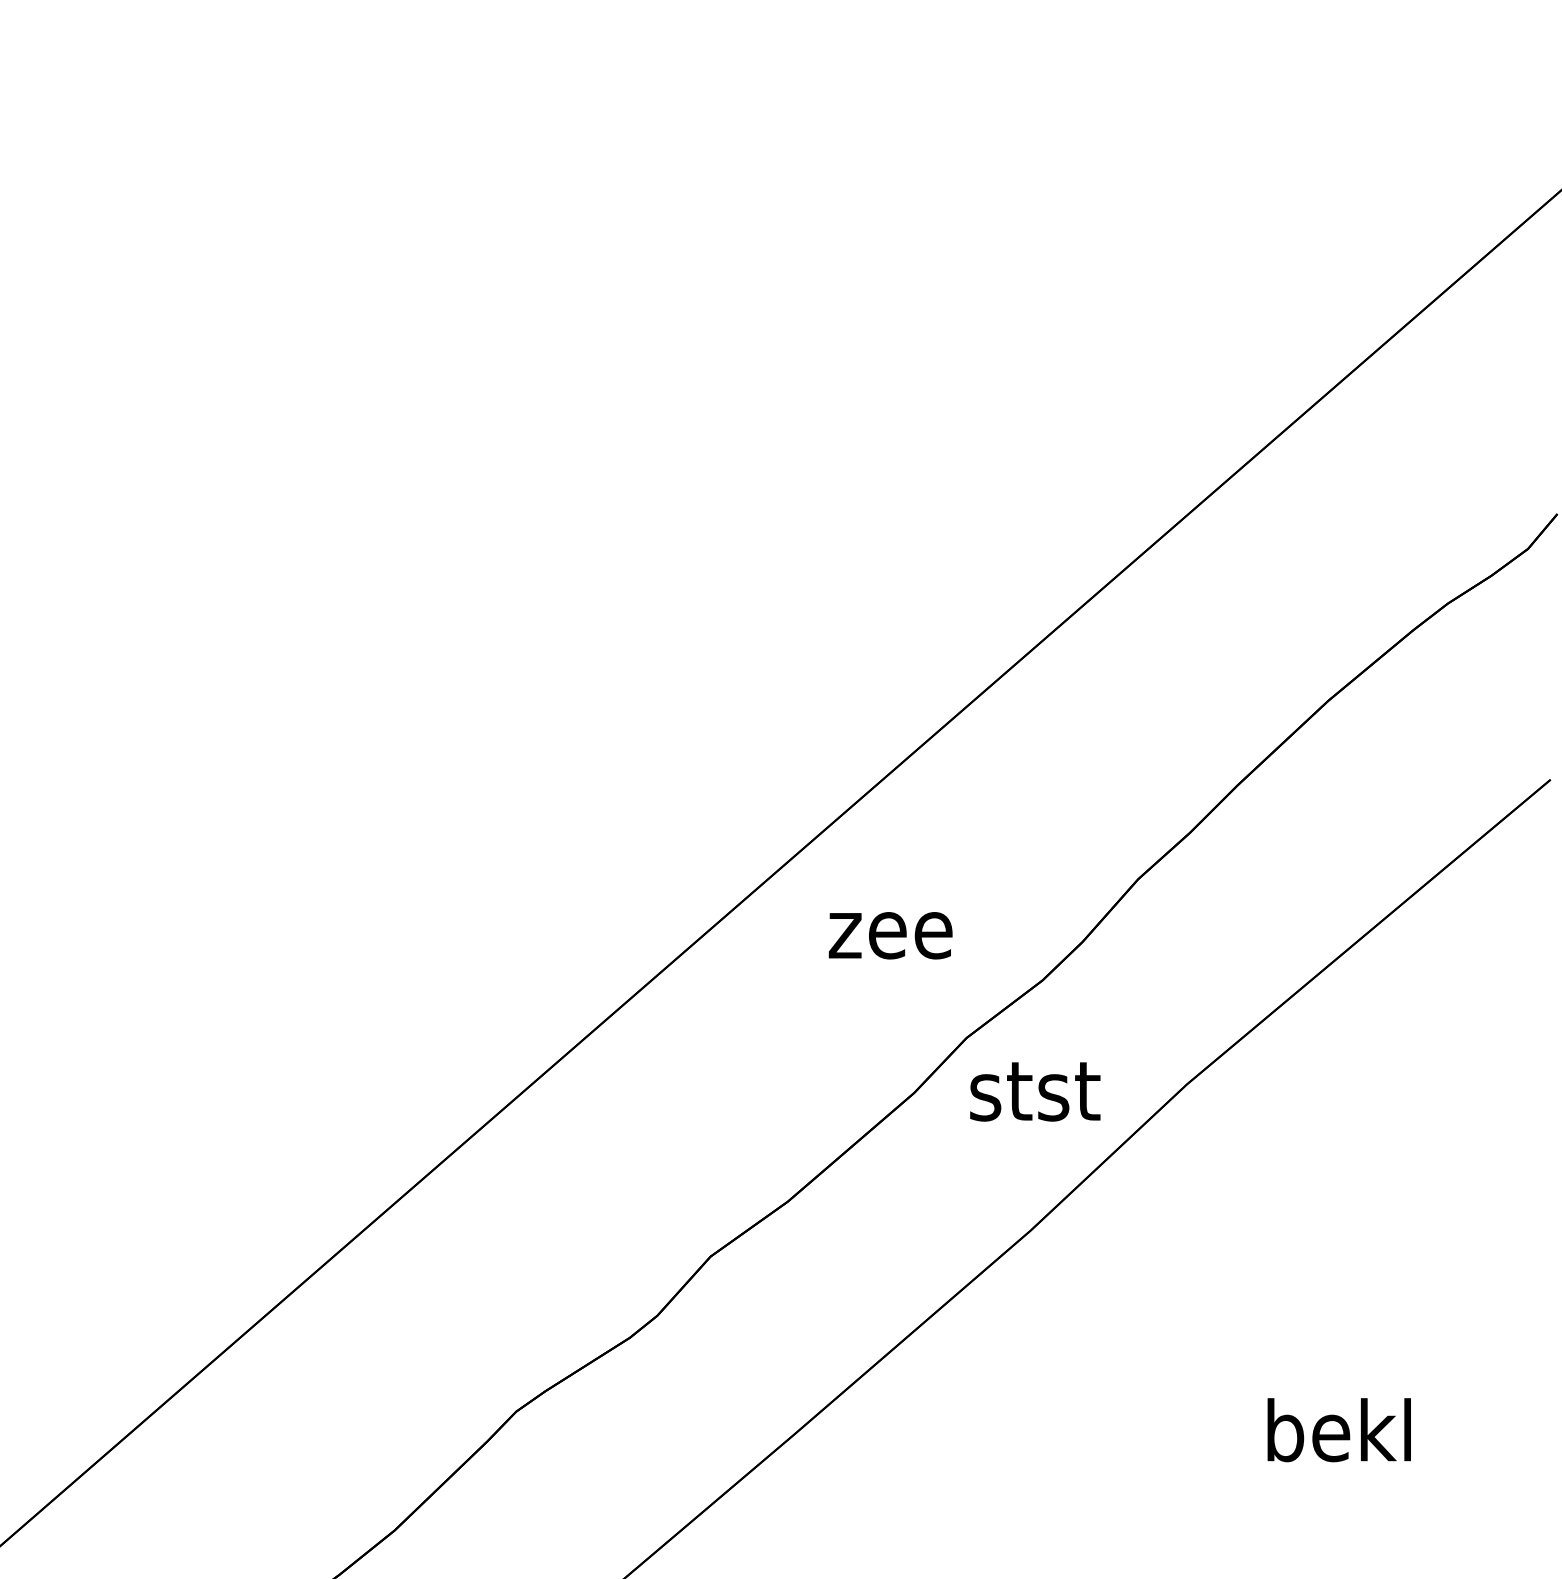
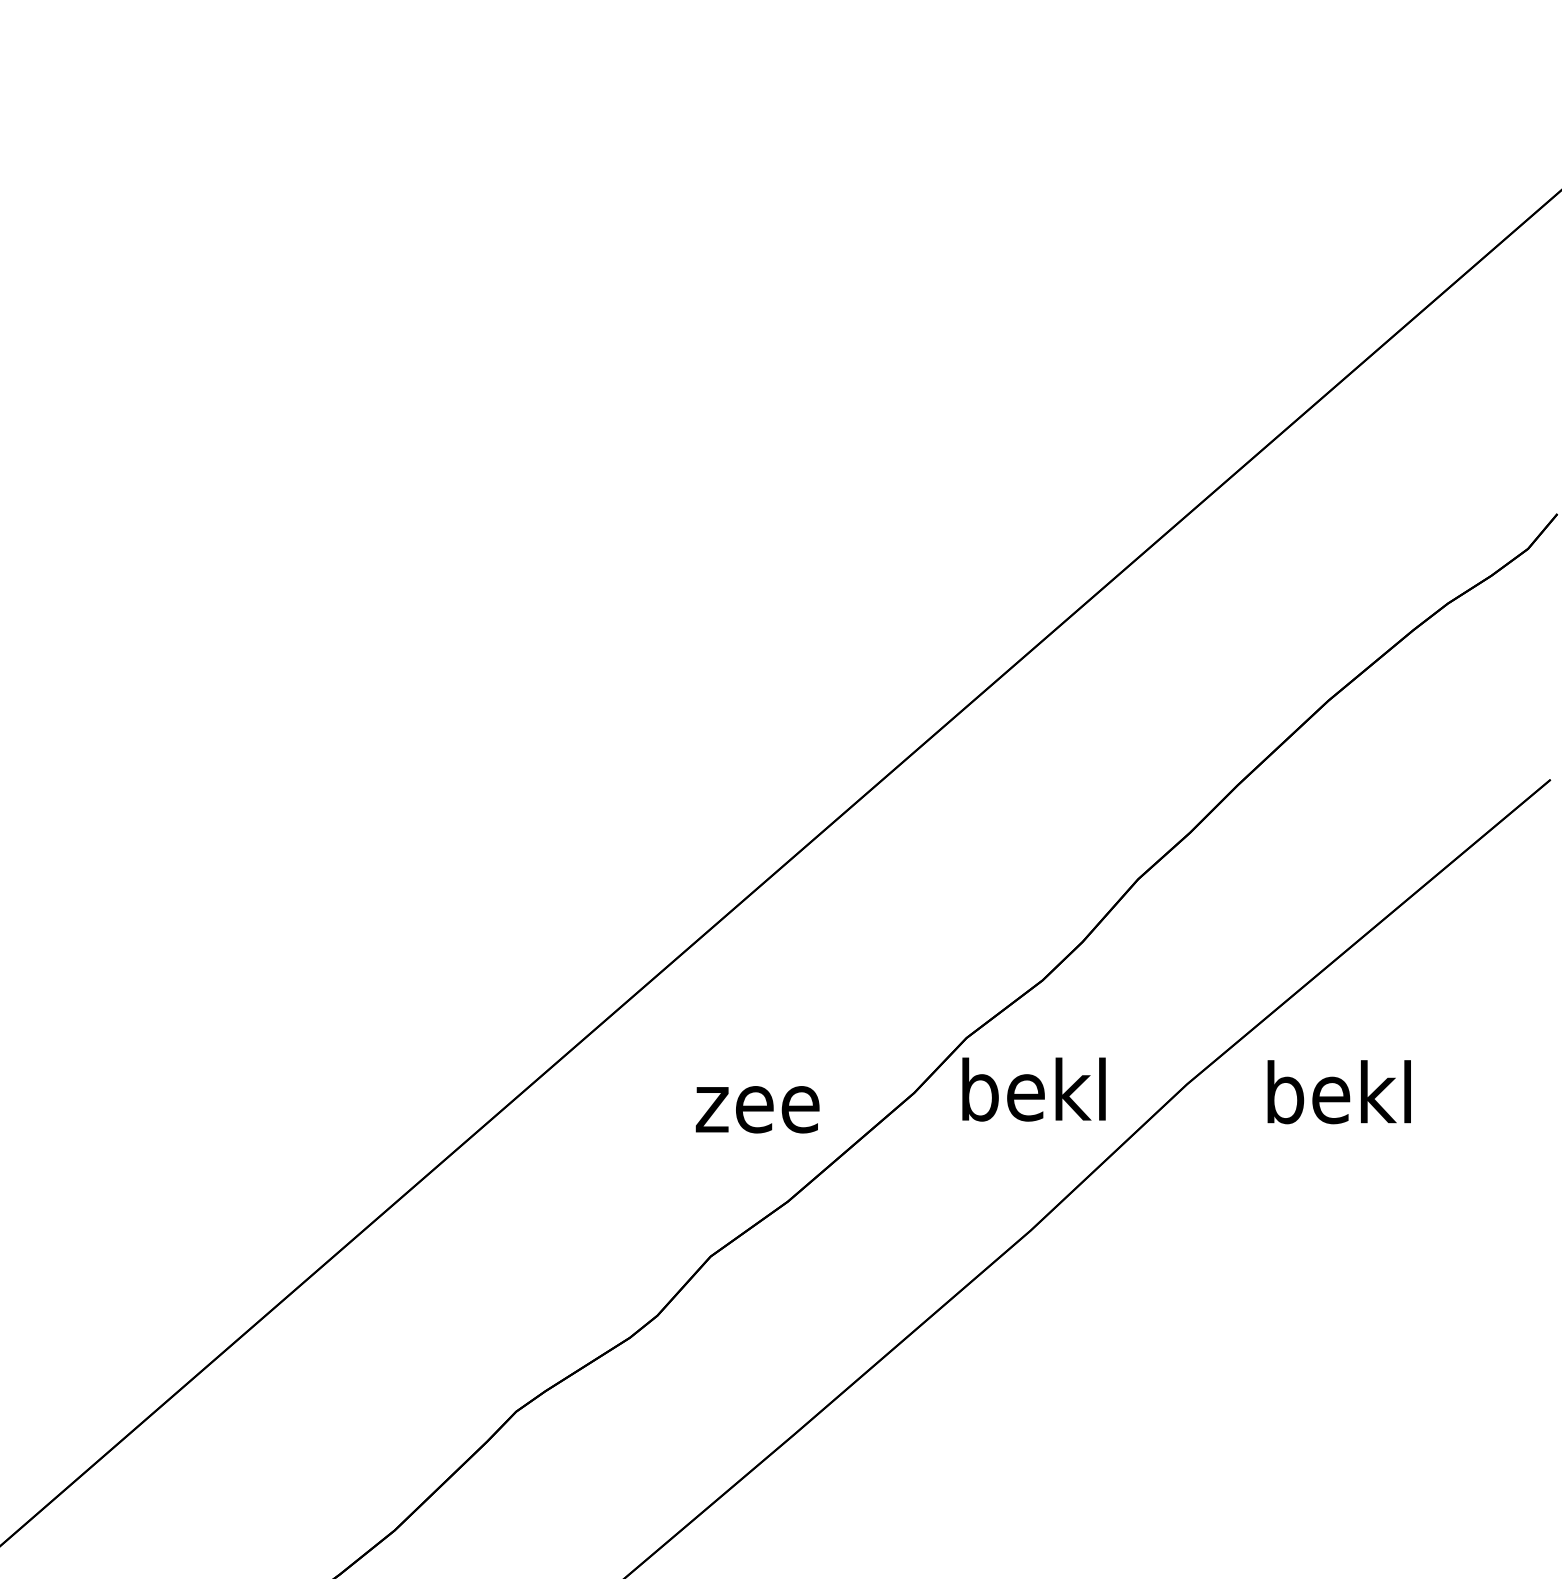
text at (890, 935) position: (890, 935) -> (757, 1109)
text at (1033, 1089): stst -> bekl
text at (1338, 1430) position: (1338, 1430) -> (1338, 1092)
